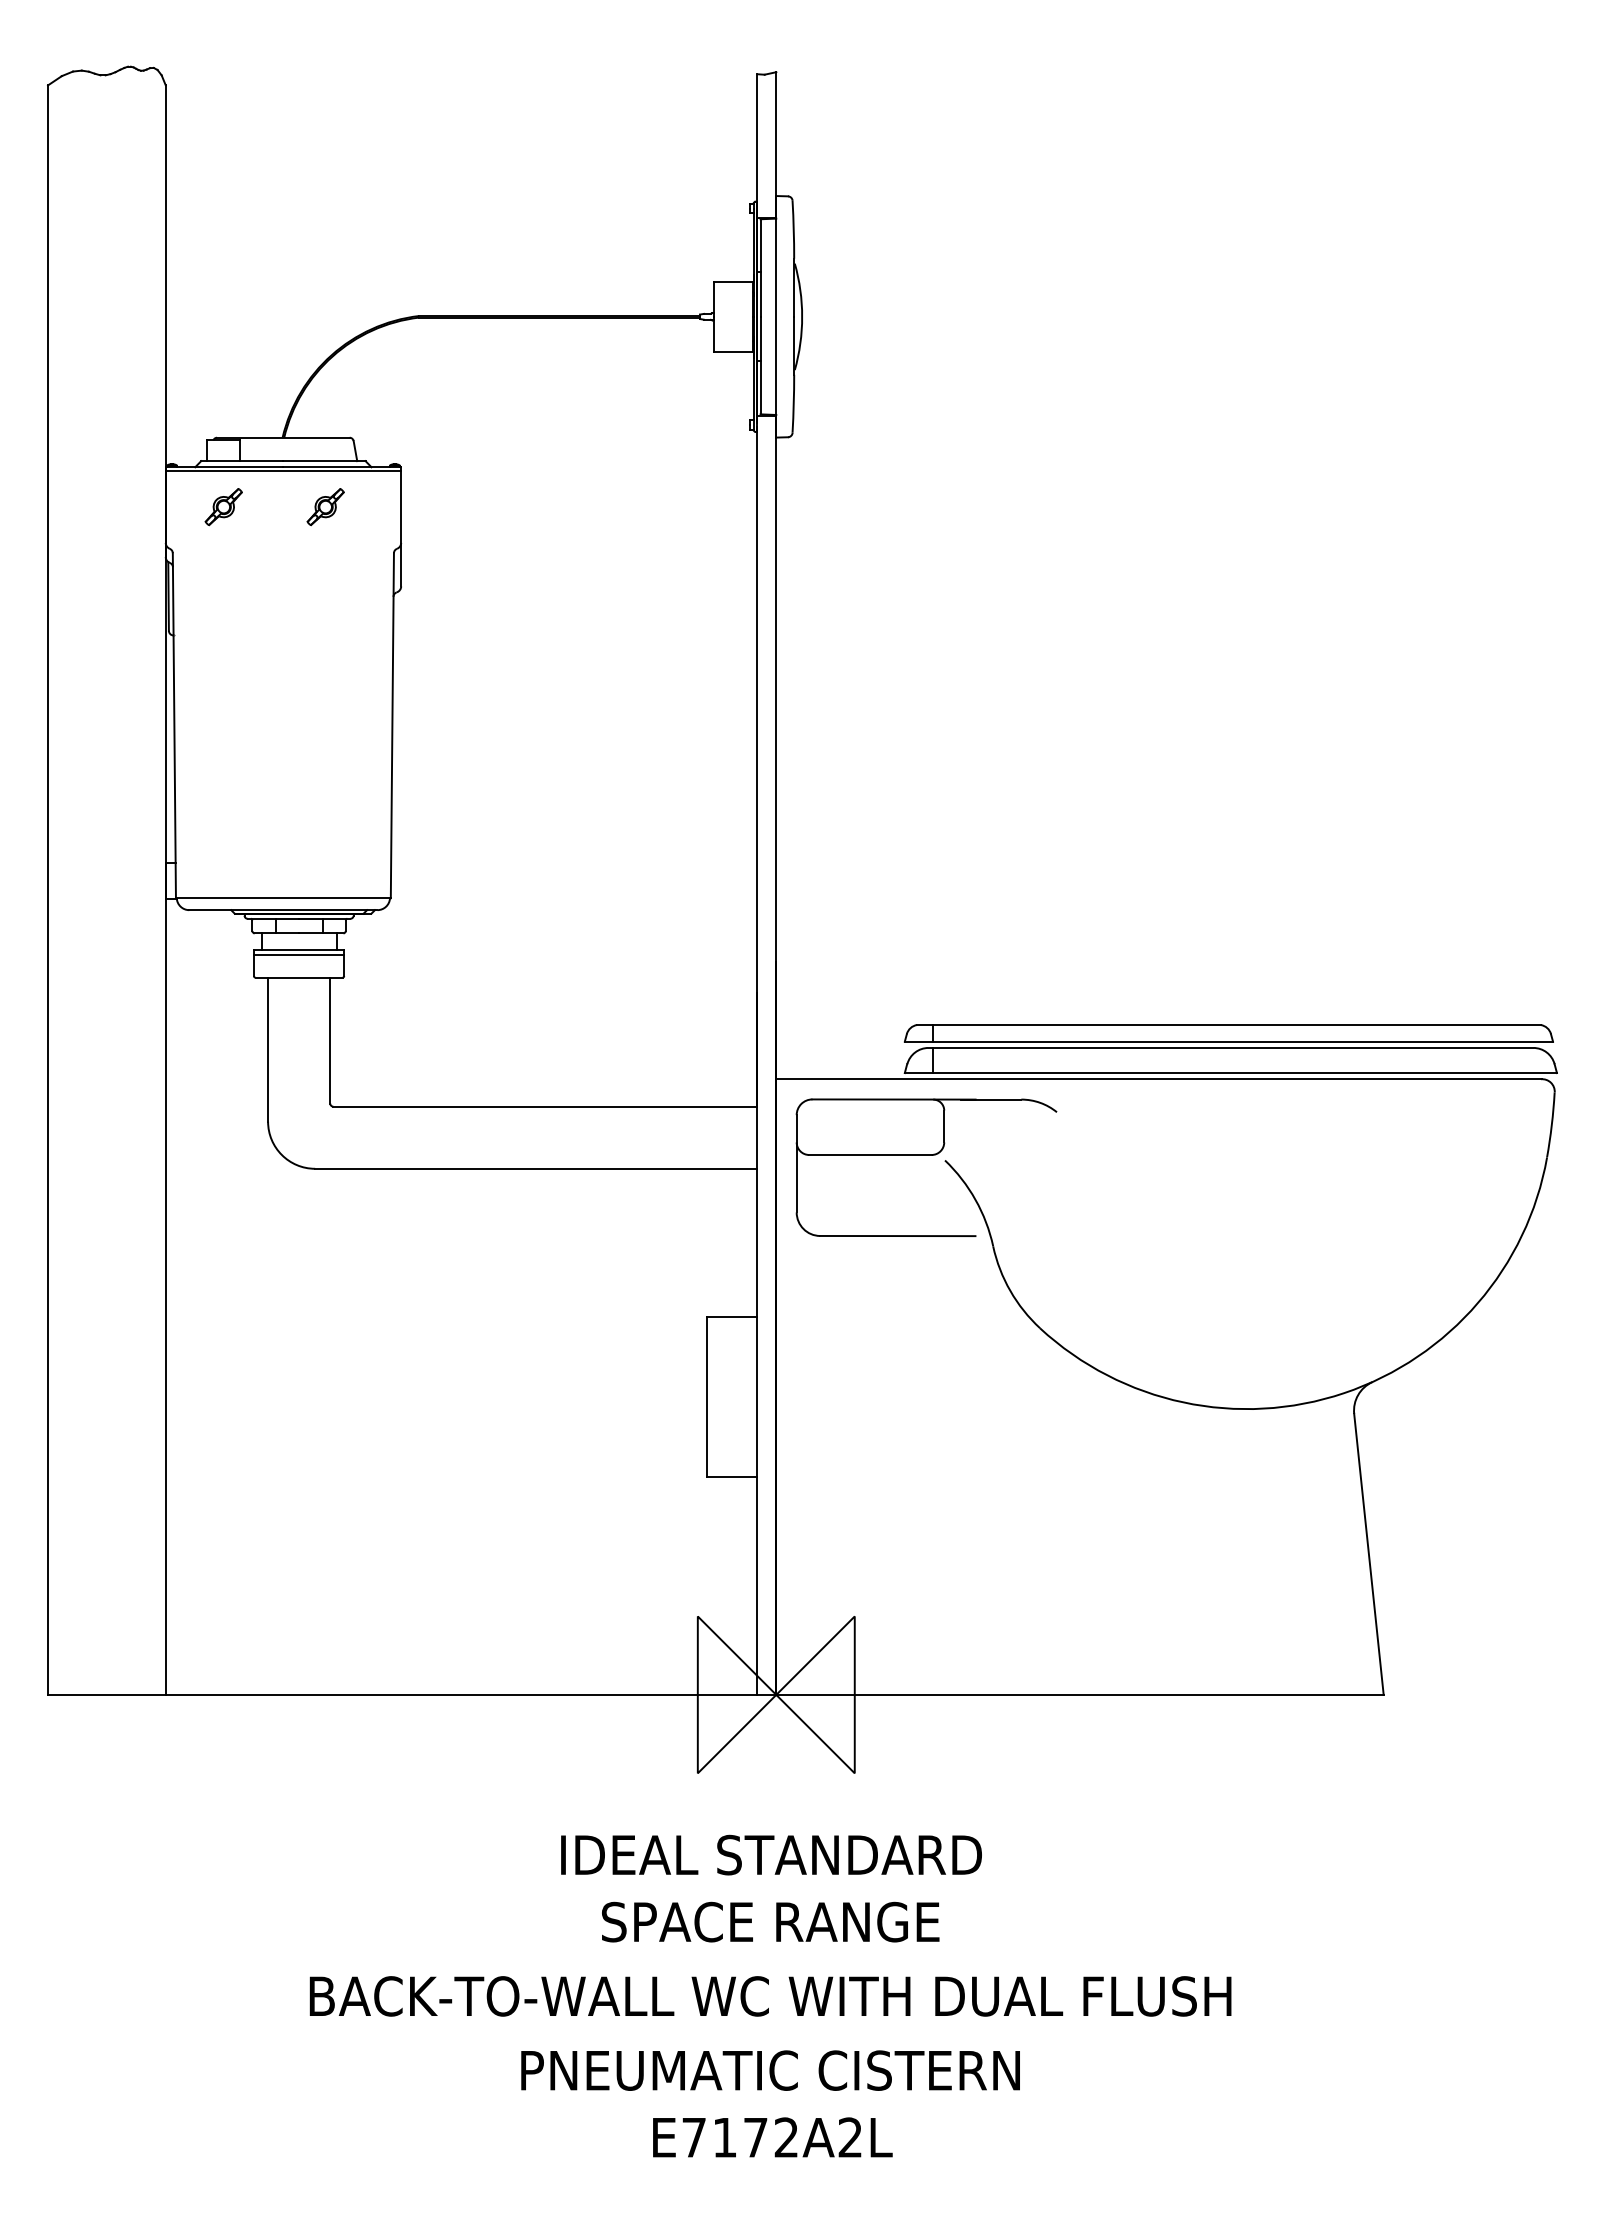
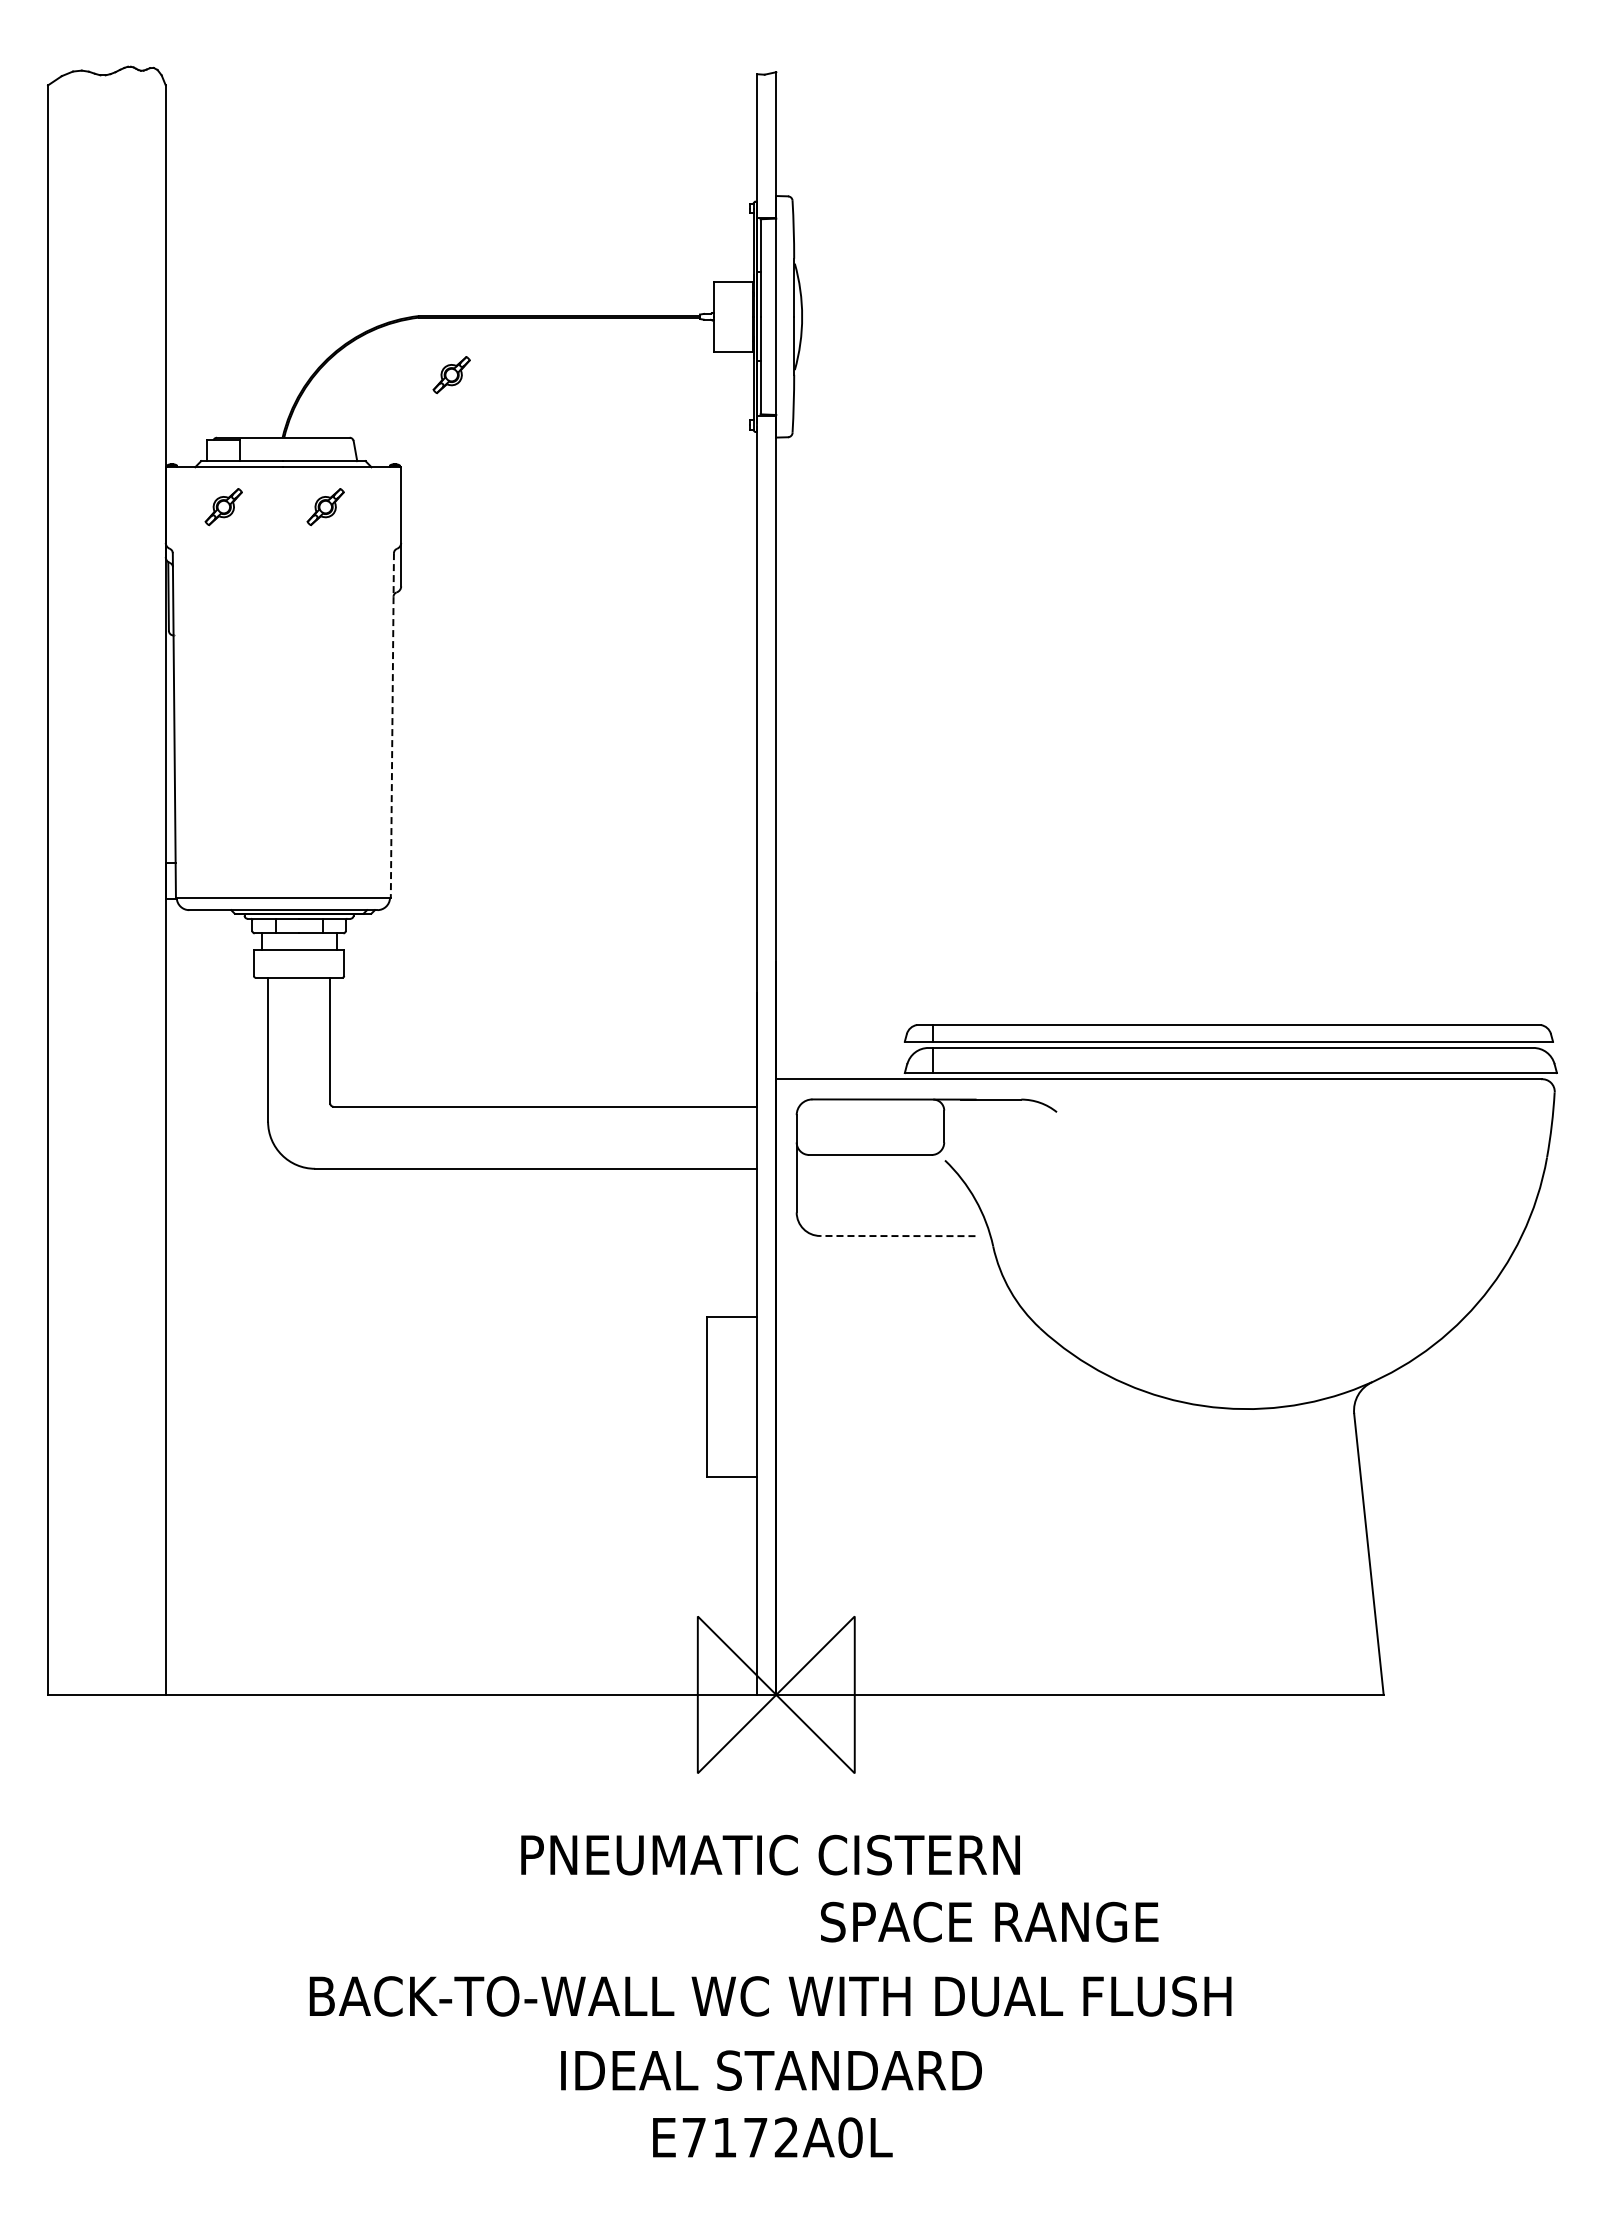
part at (451, 375): none -> present
line at (283, 470): present -> none
line at (392, 725): solid -> dashed
line at (298, 954): present -> none
line at (897, 1236): solid -> dashed
text at (770, 1854): IDEAL STANDARD -> PNEUMATIC CISTERN
text at (770, 1921) position: (770, 1921) -> (989, 1921)
text at (770, 2070): PNEUMATIC CISTERN -> IDEAL STANDARD
text at (850, 2137): E7172A2L -> E7172A0L
